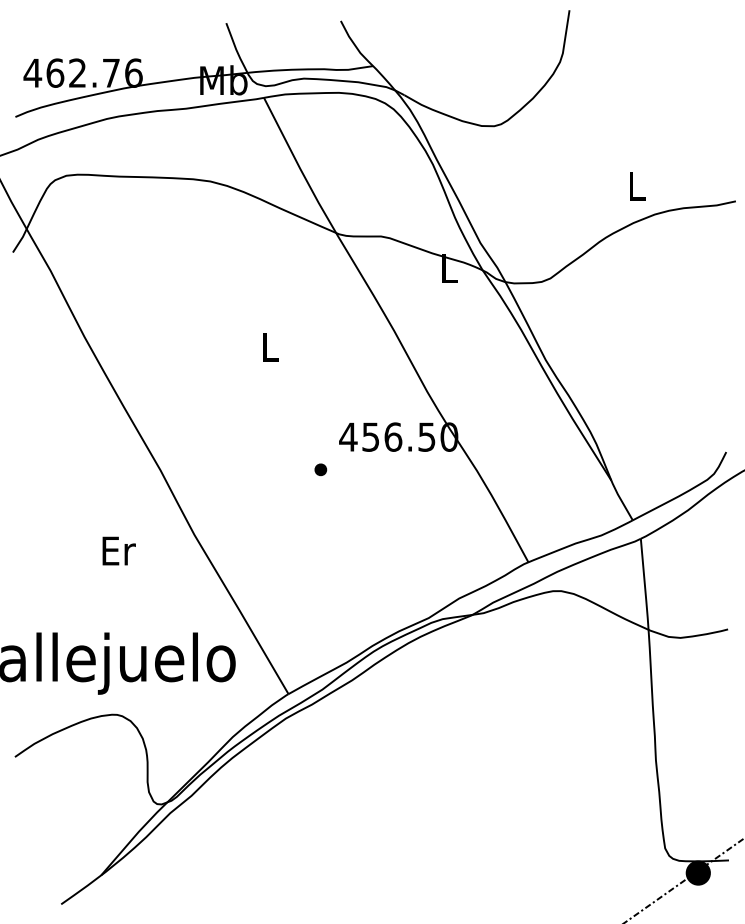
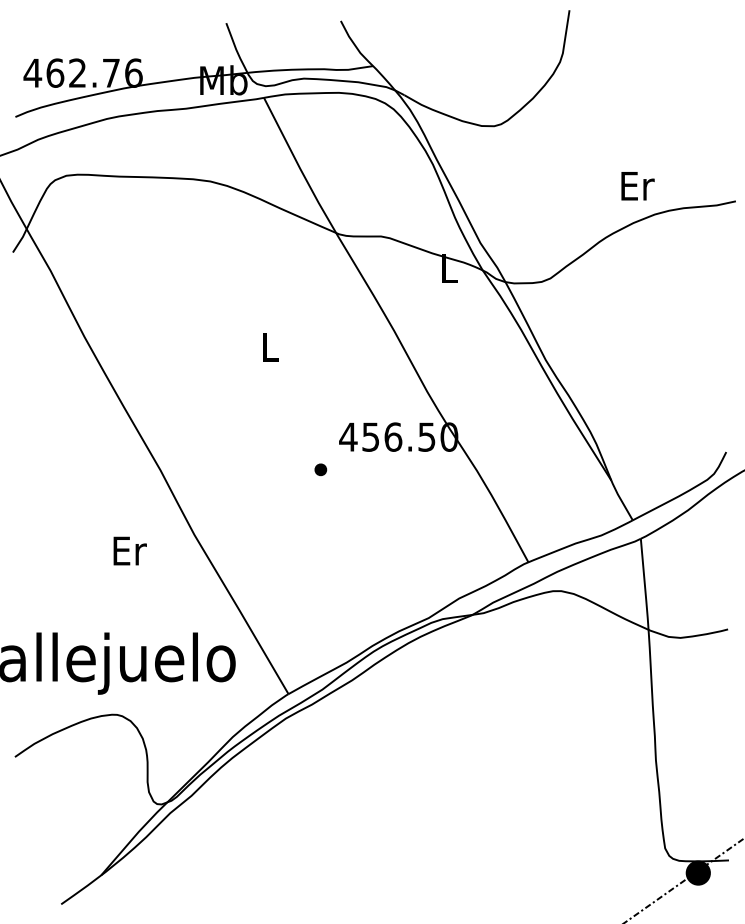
text at (637, 186): L -> Er
text at (118, 550) position: (118, 550) -> (129, 550)
